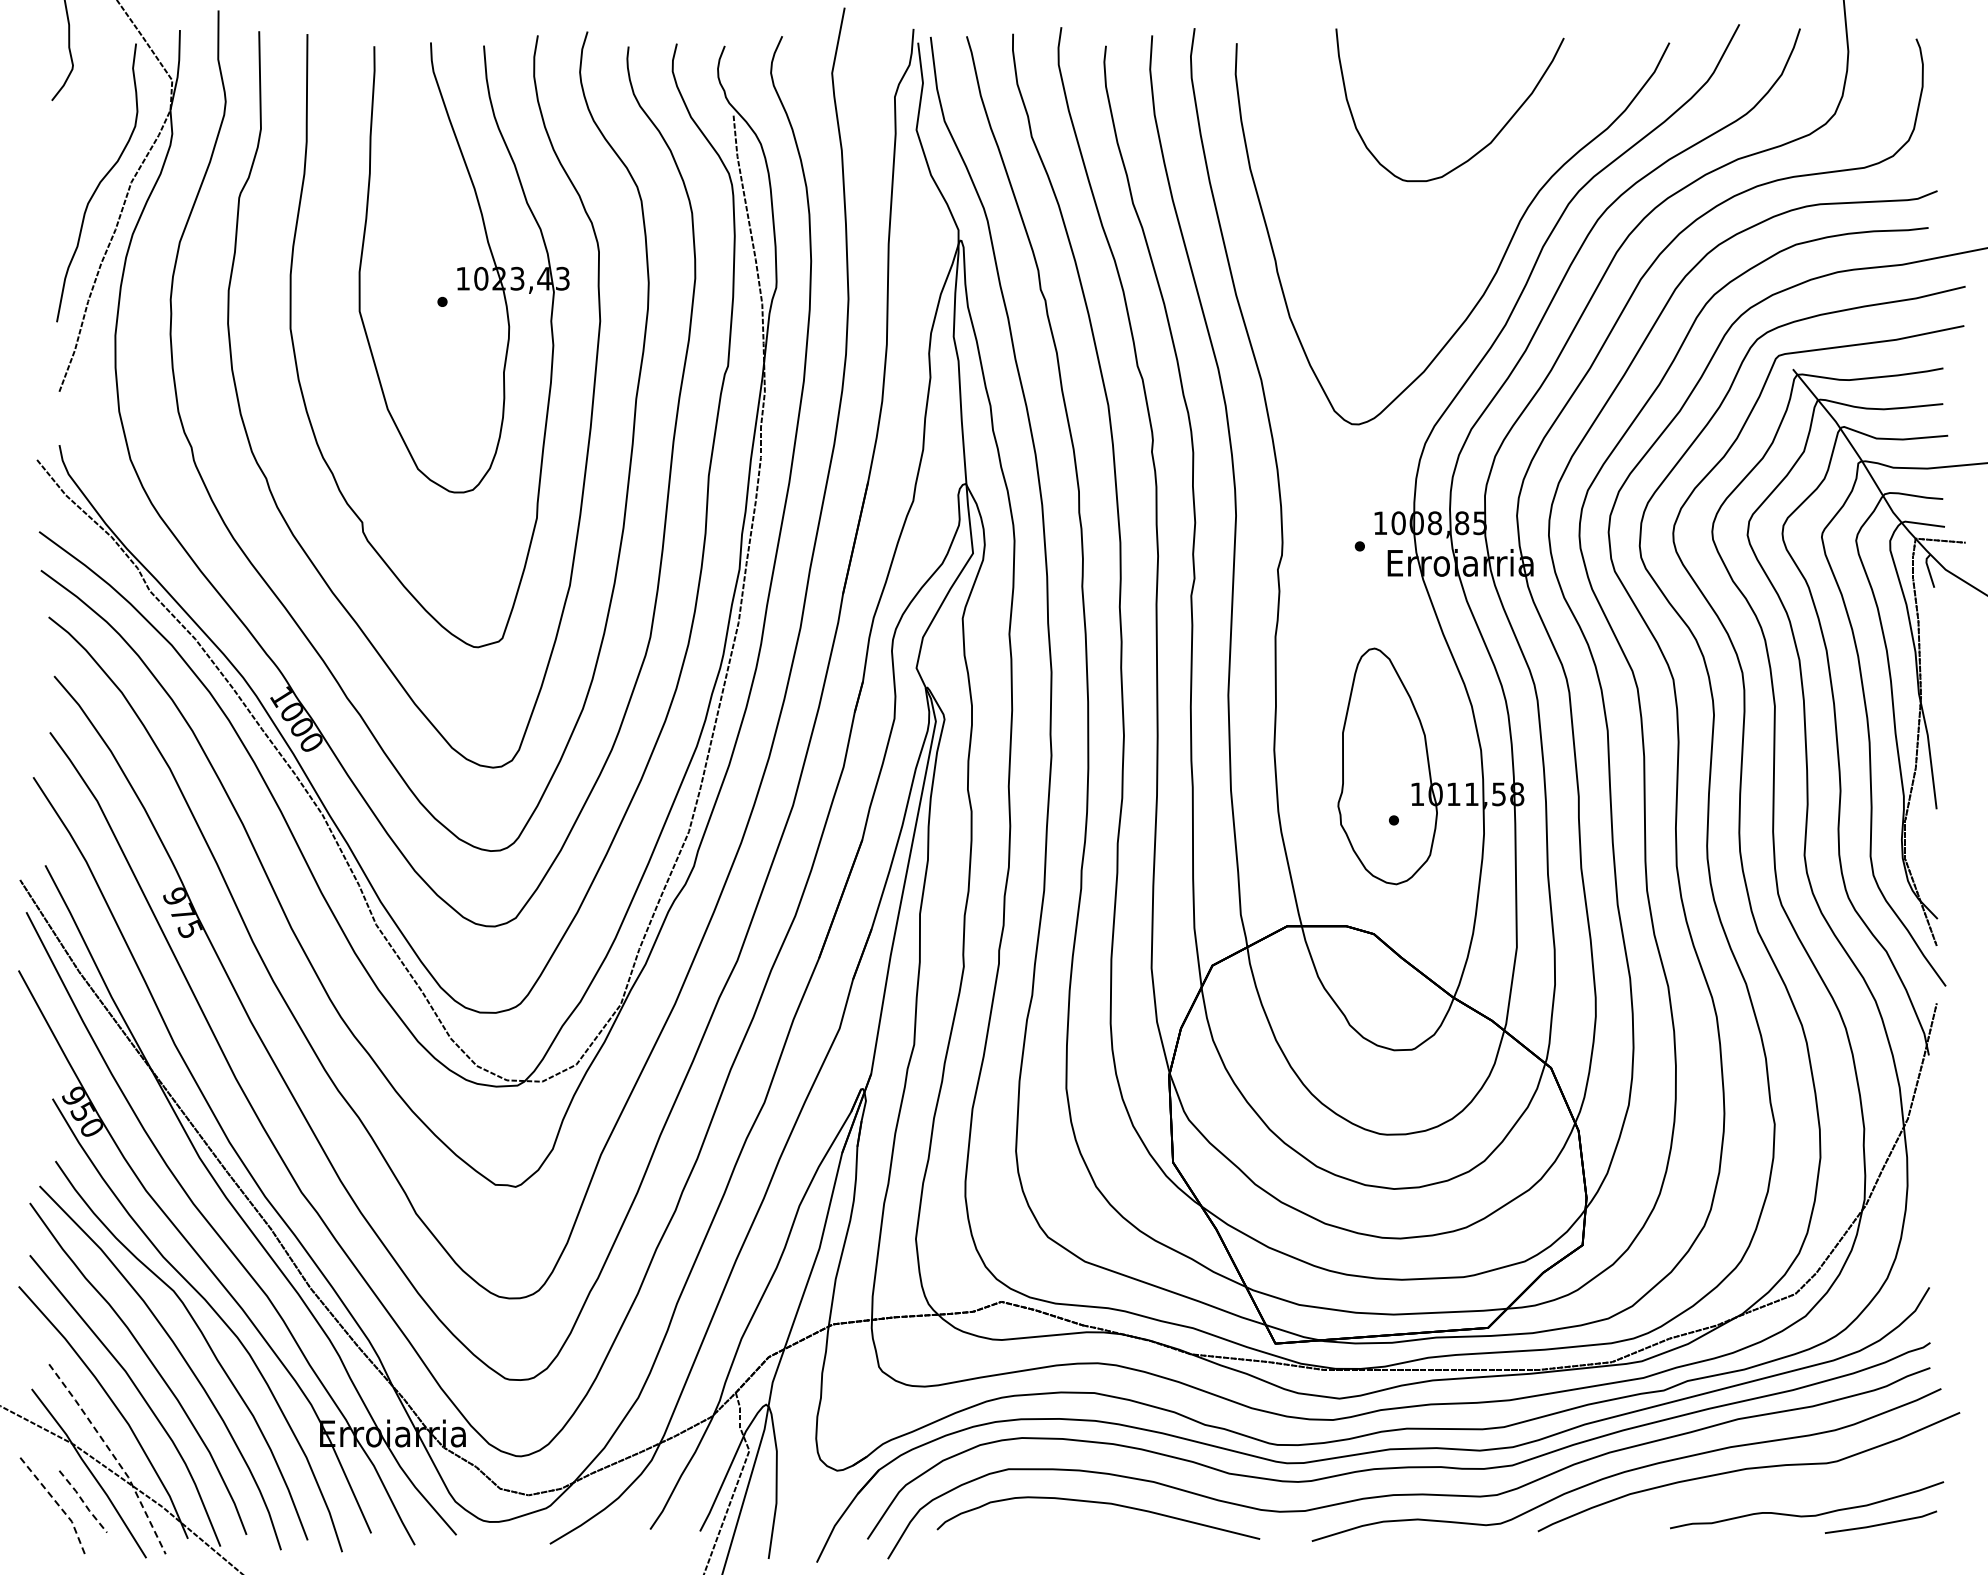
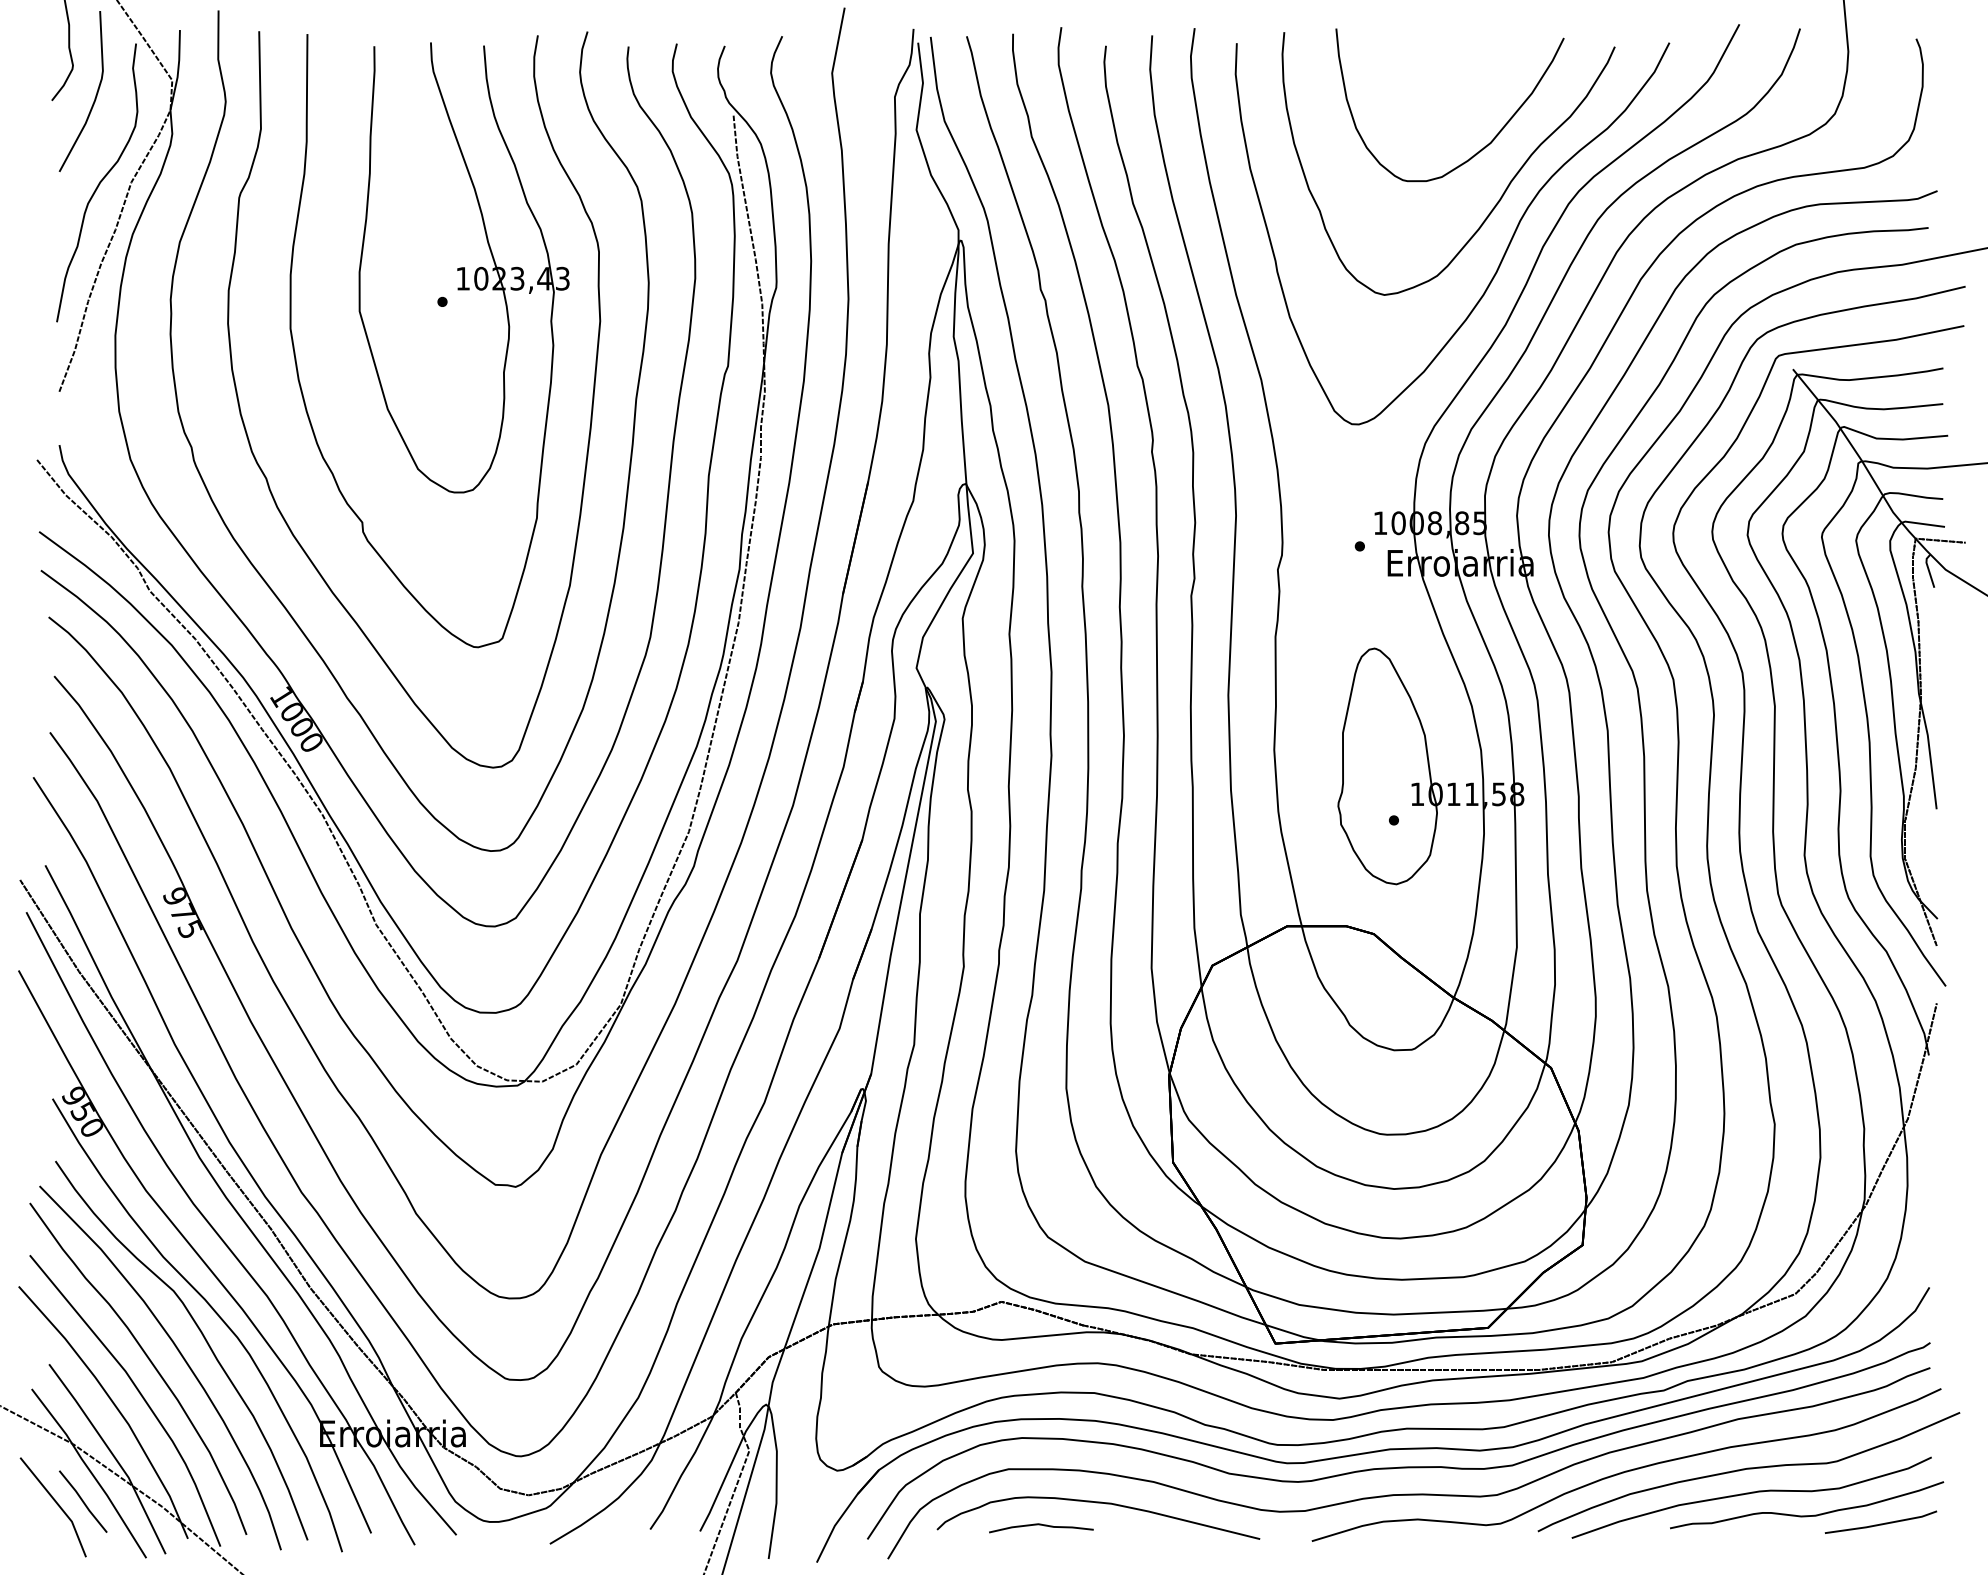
curve at (95, 95): none -> present
curve at (1502, 193): none -> present
line at (114, 1456): dashed -> solid
curve at (1749, 1494): none -> present
line at (83, 1501): dashed -> solid
line at (58, 1505): dashed -> solid
curve at (1041, 1525): none -> present
